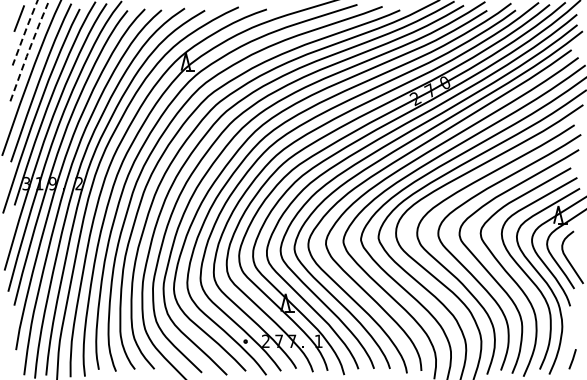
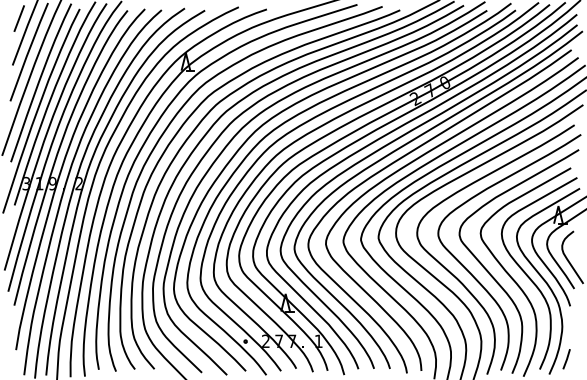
line at (25, 32): dashed -> solid
line at (28, 51): dashed -> solid
line at (572, 359) position: (572, 359) -> (566, 359)
